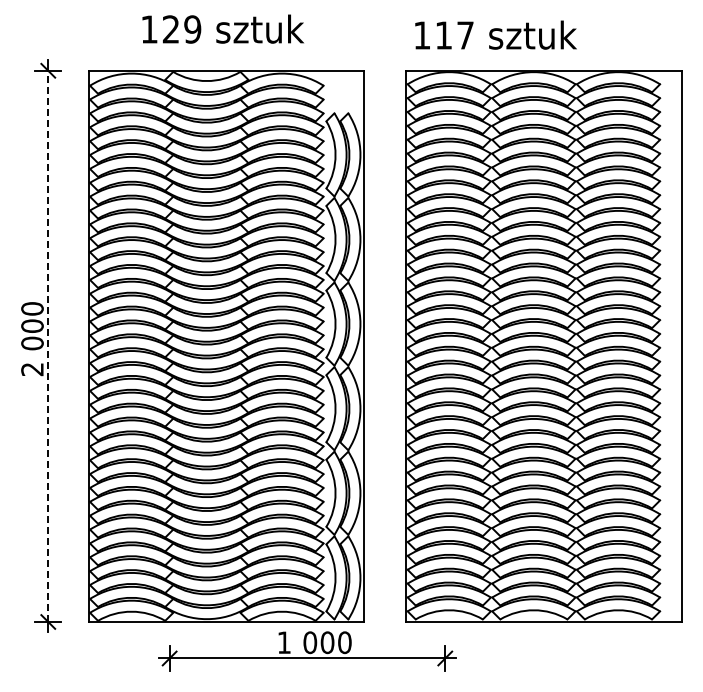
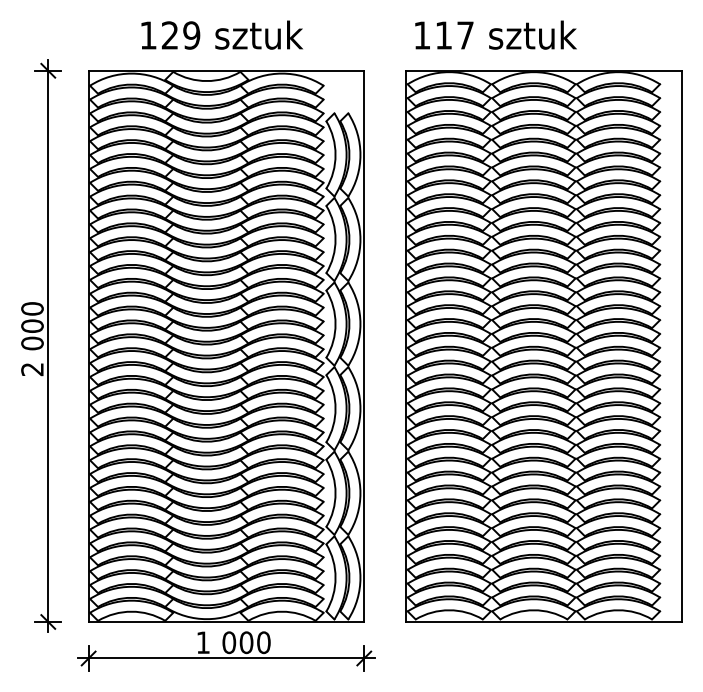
text at (222, 28) position: (222, 28) -> (221, 34)
line at (48, 346): dashed -> solid
part at (307, 651) position: (307, 651) -> (226, 651)
